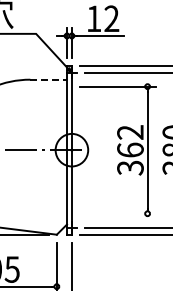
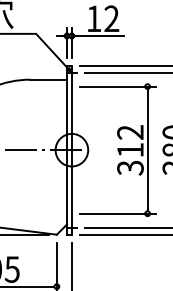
line at (49, 79): dashed -> solid
text at (130, 149): 362 -> 312
line at (117, 213): none -> present
